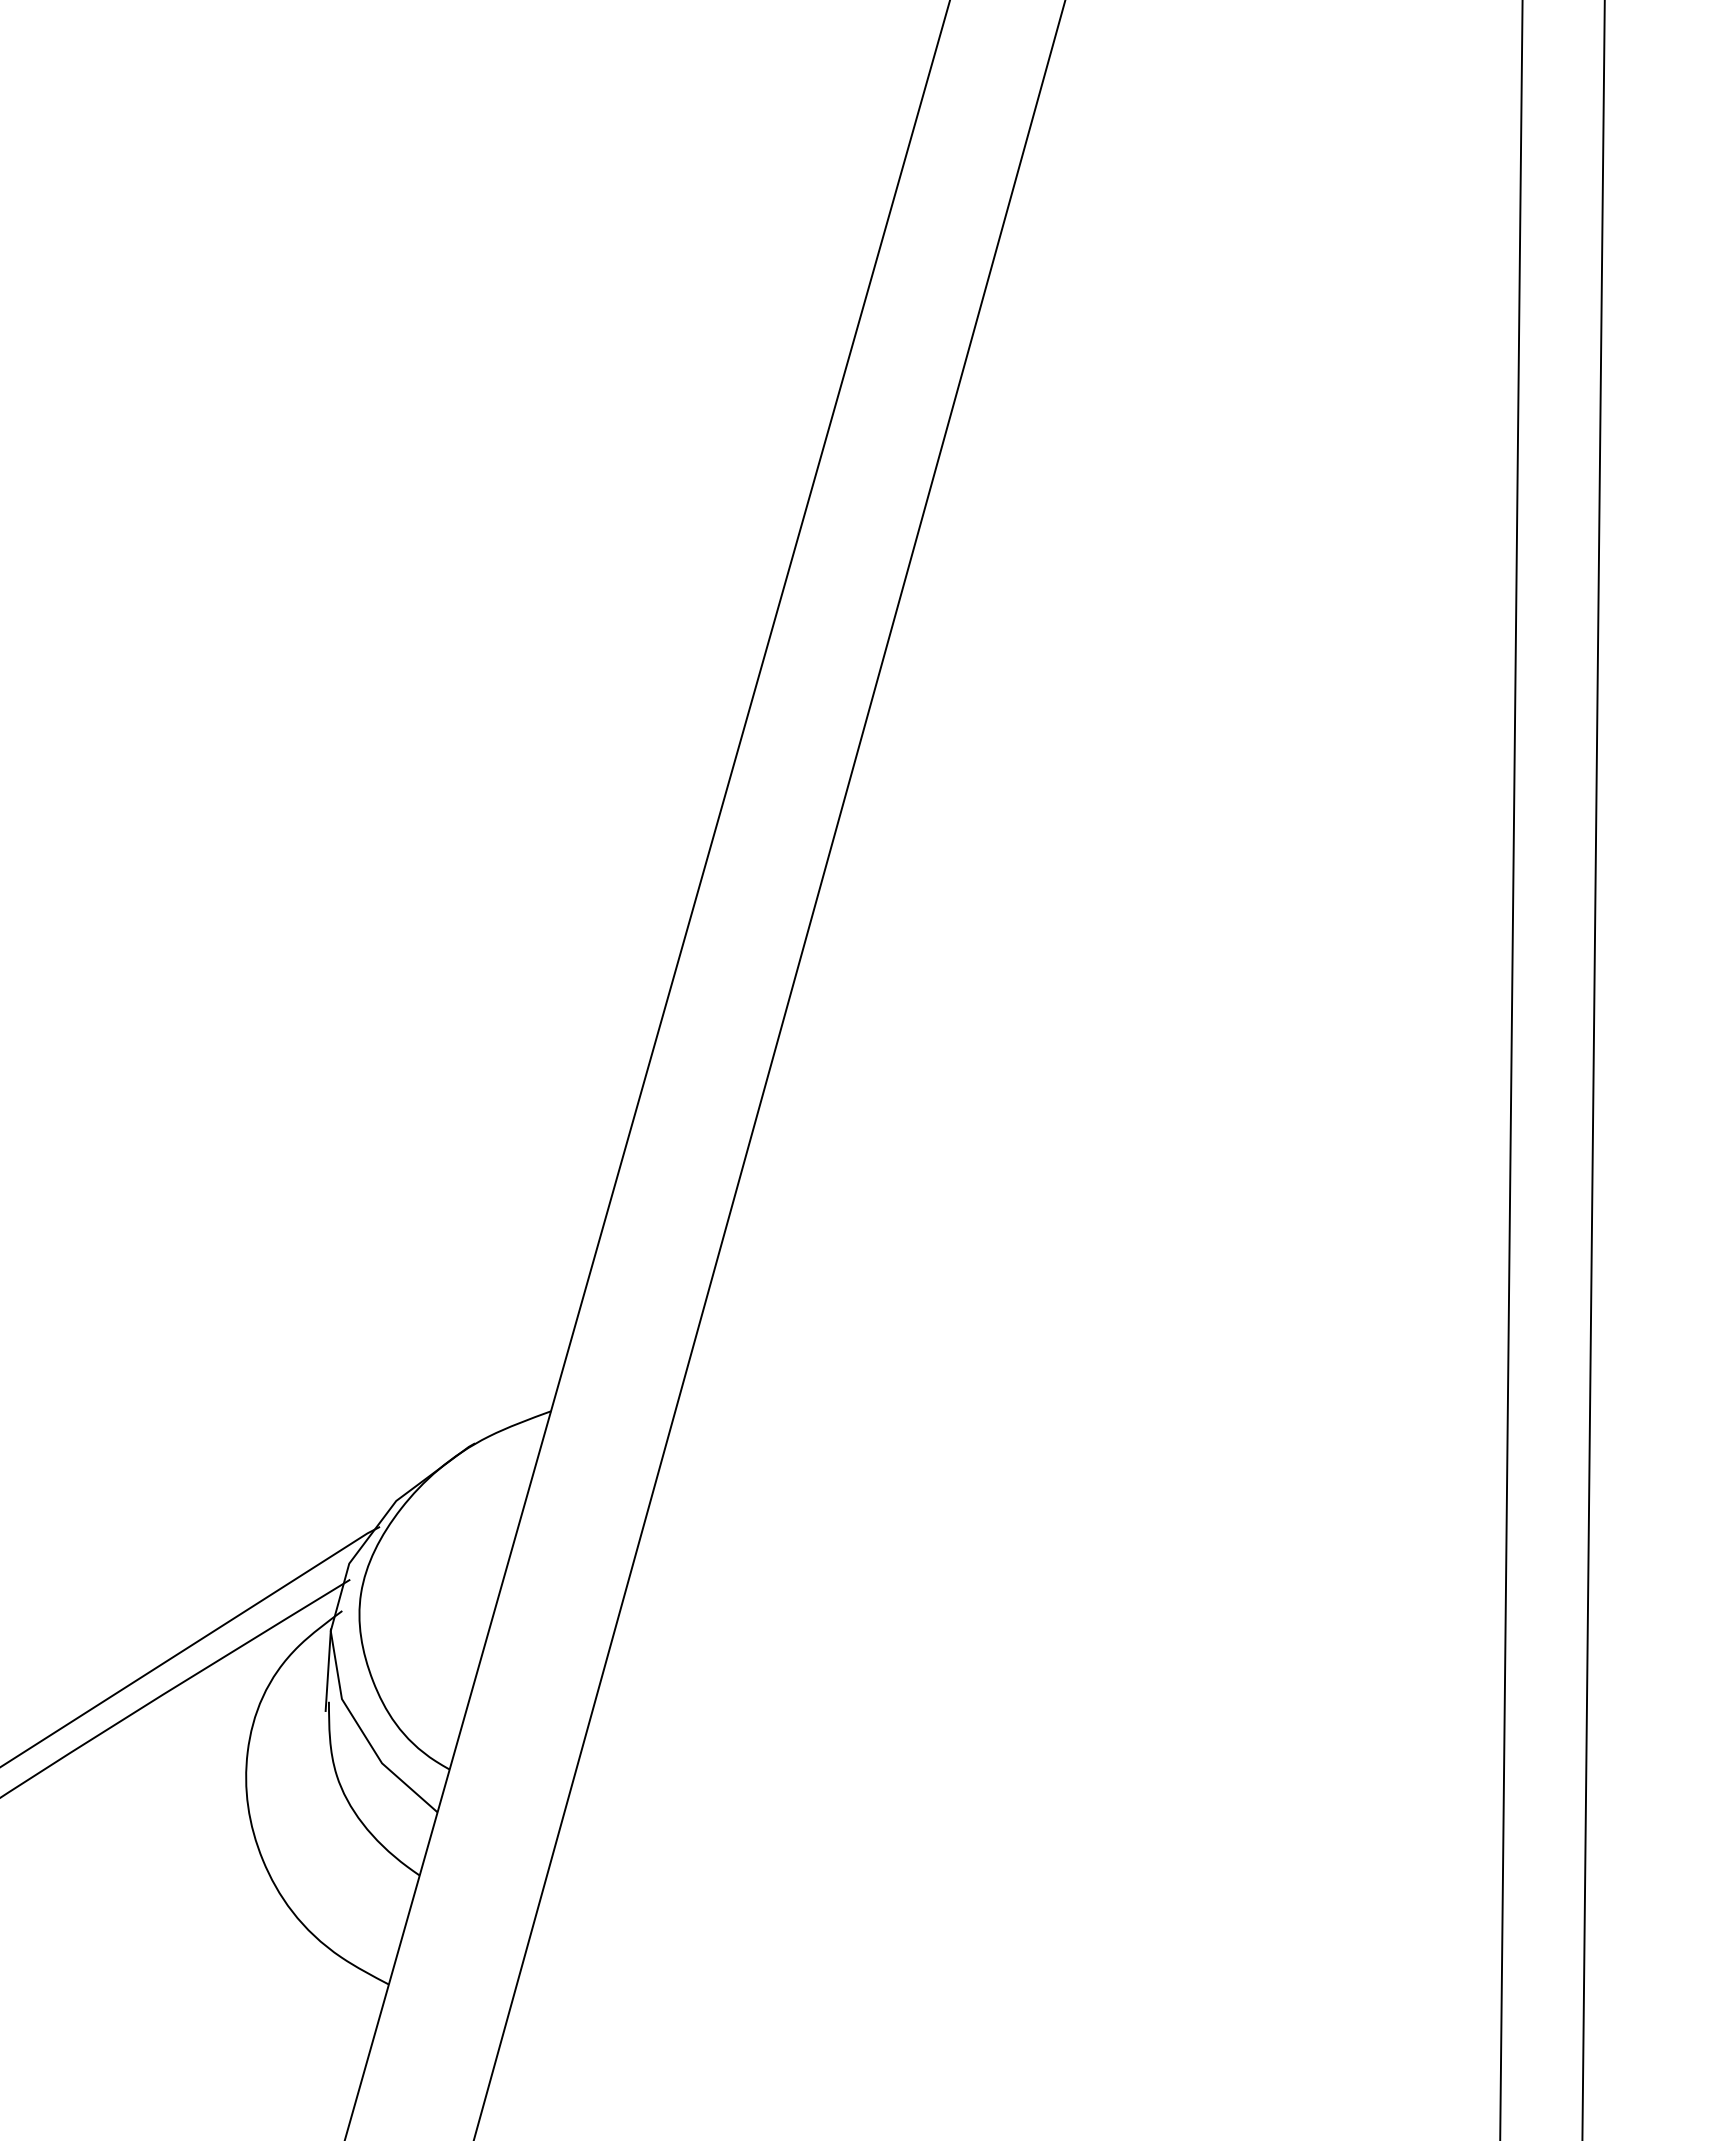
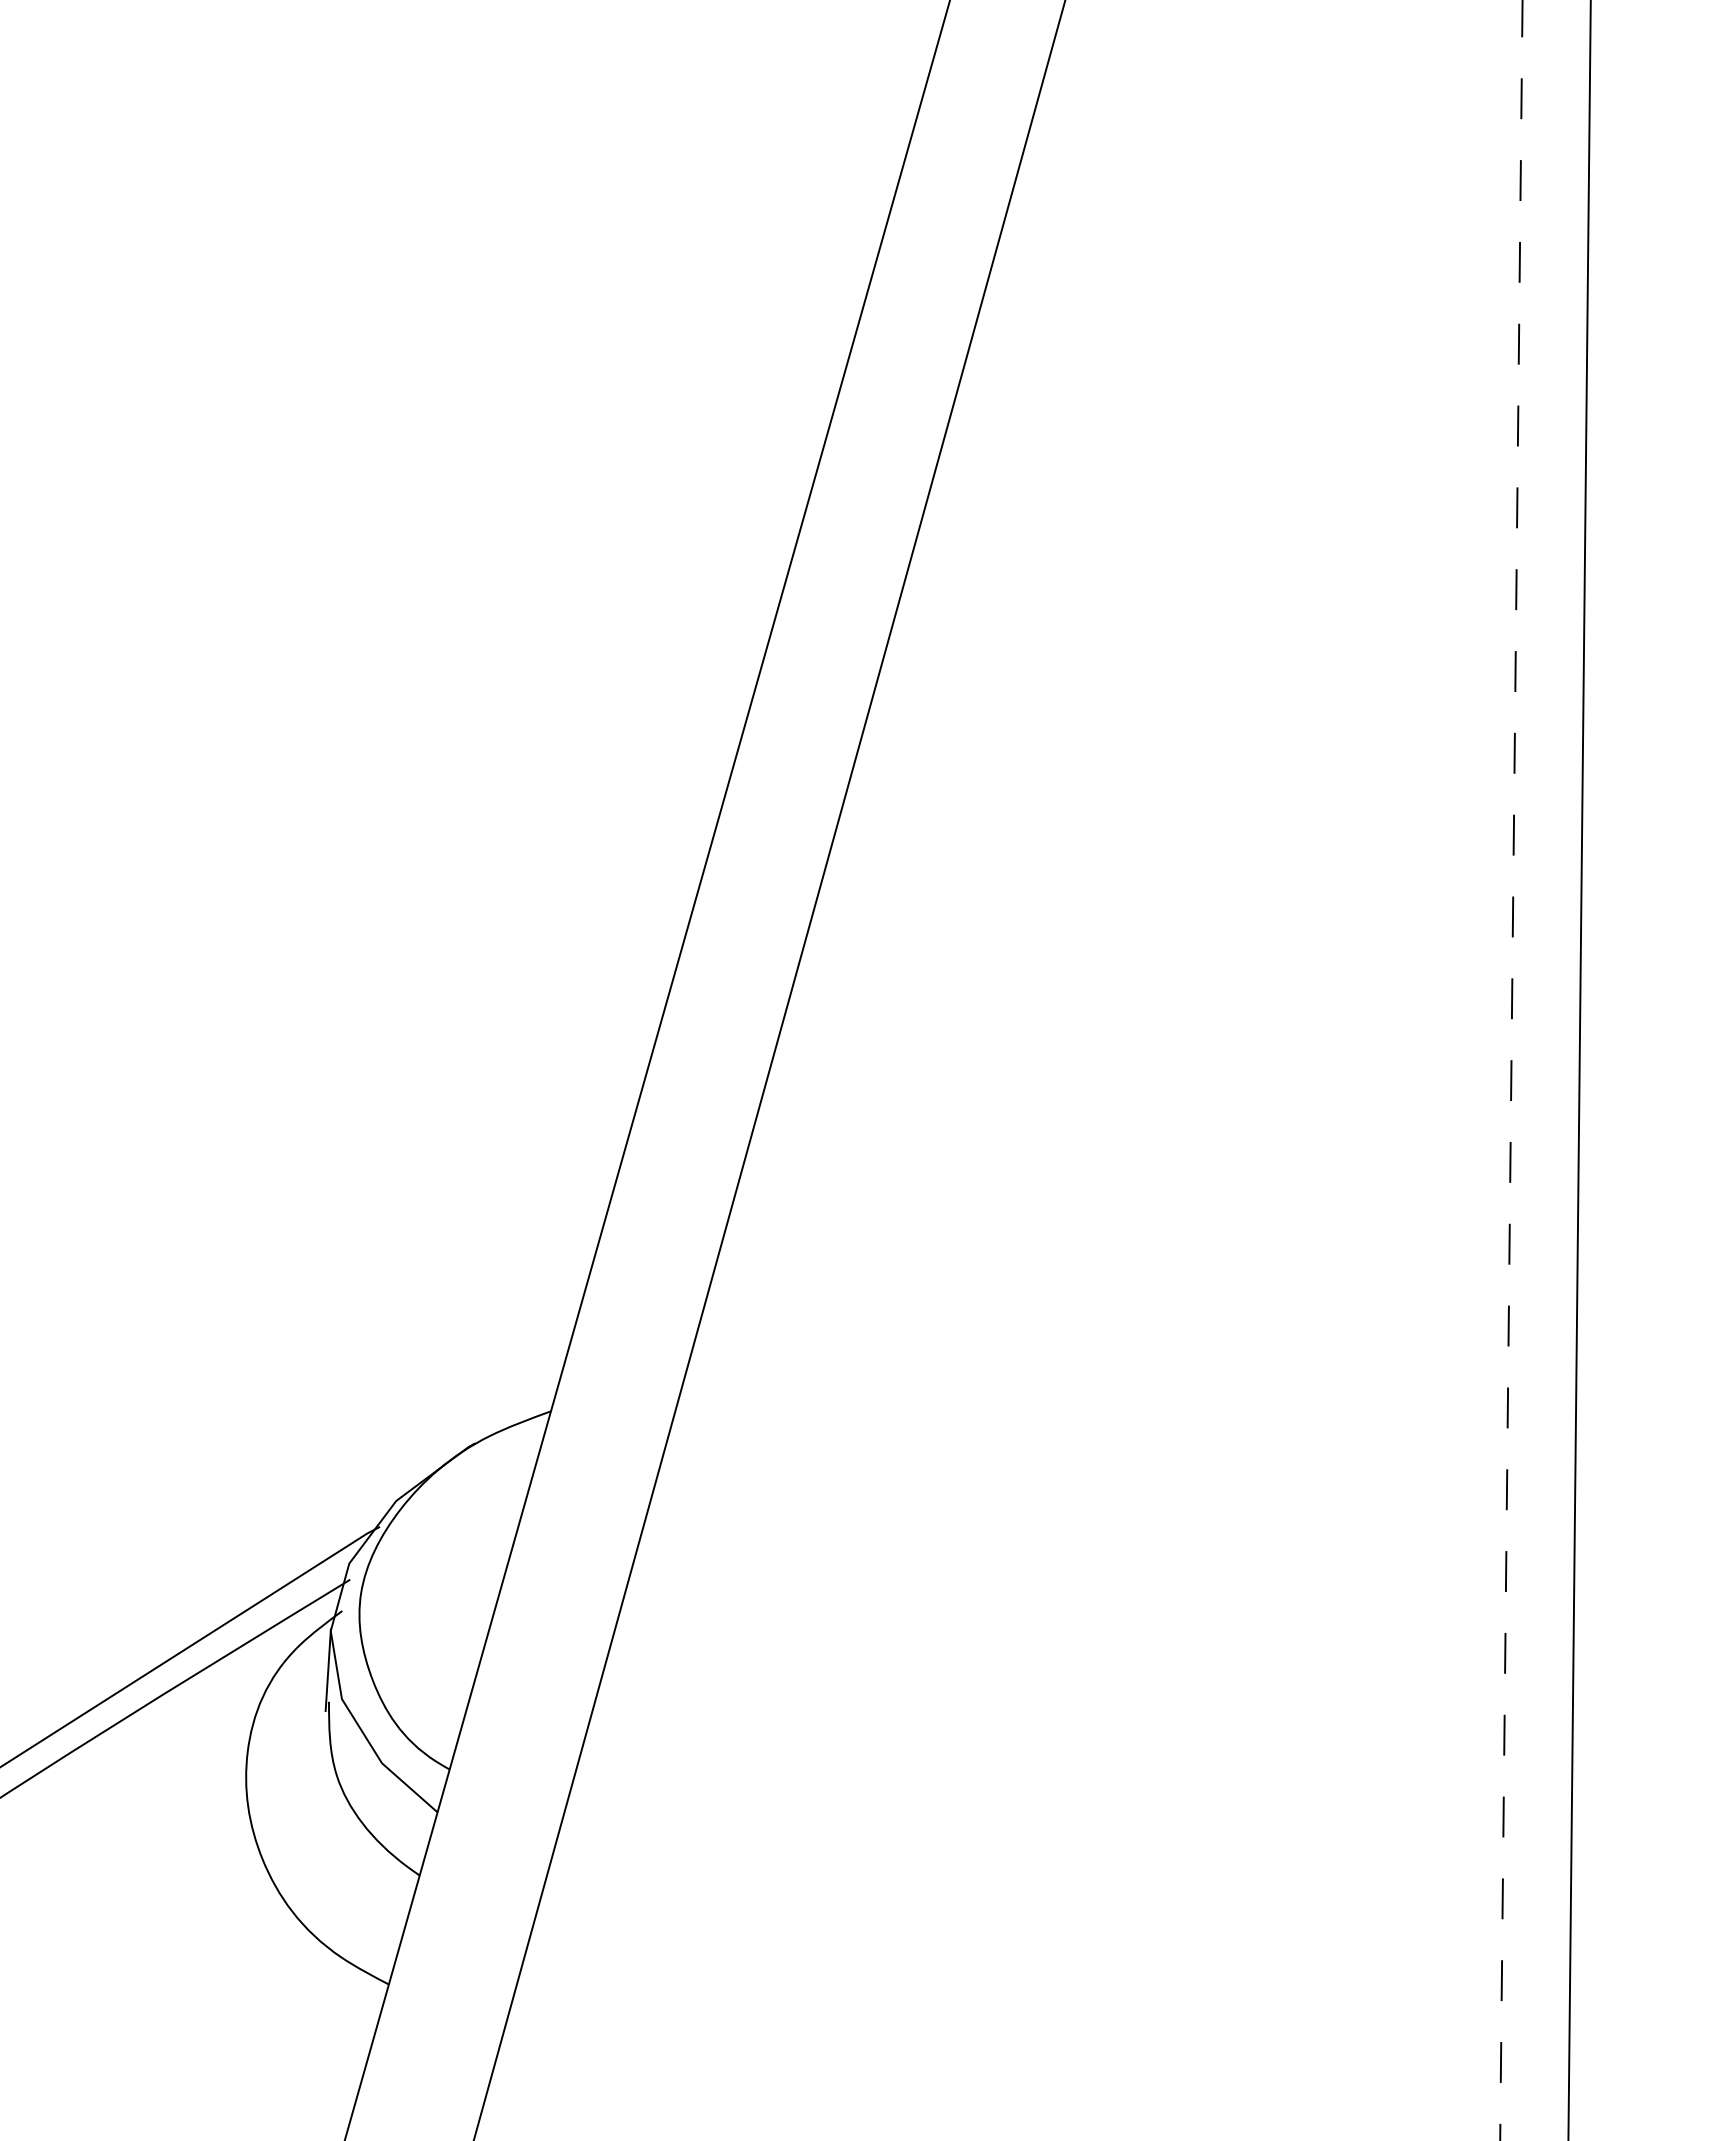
line at (1593, 1069) position: (1593, 1069) -> (1579, 1069)
line at (1511, 1070): solid -> dashed
